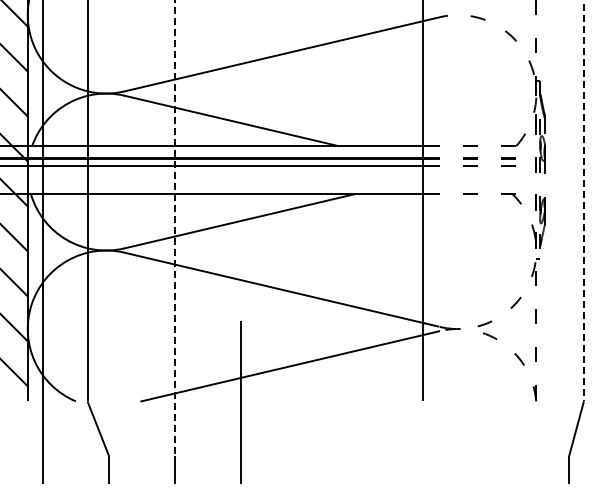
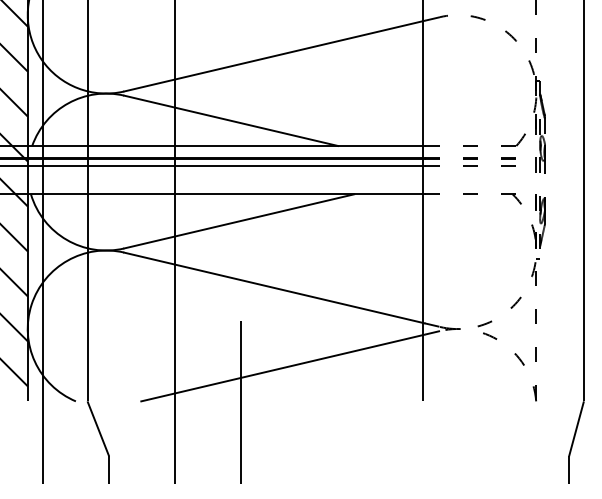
line at (583, 201): dashed -> solid
line at (175, 228): dashed -> solid
